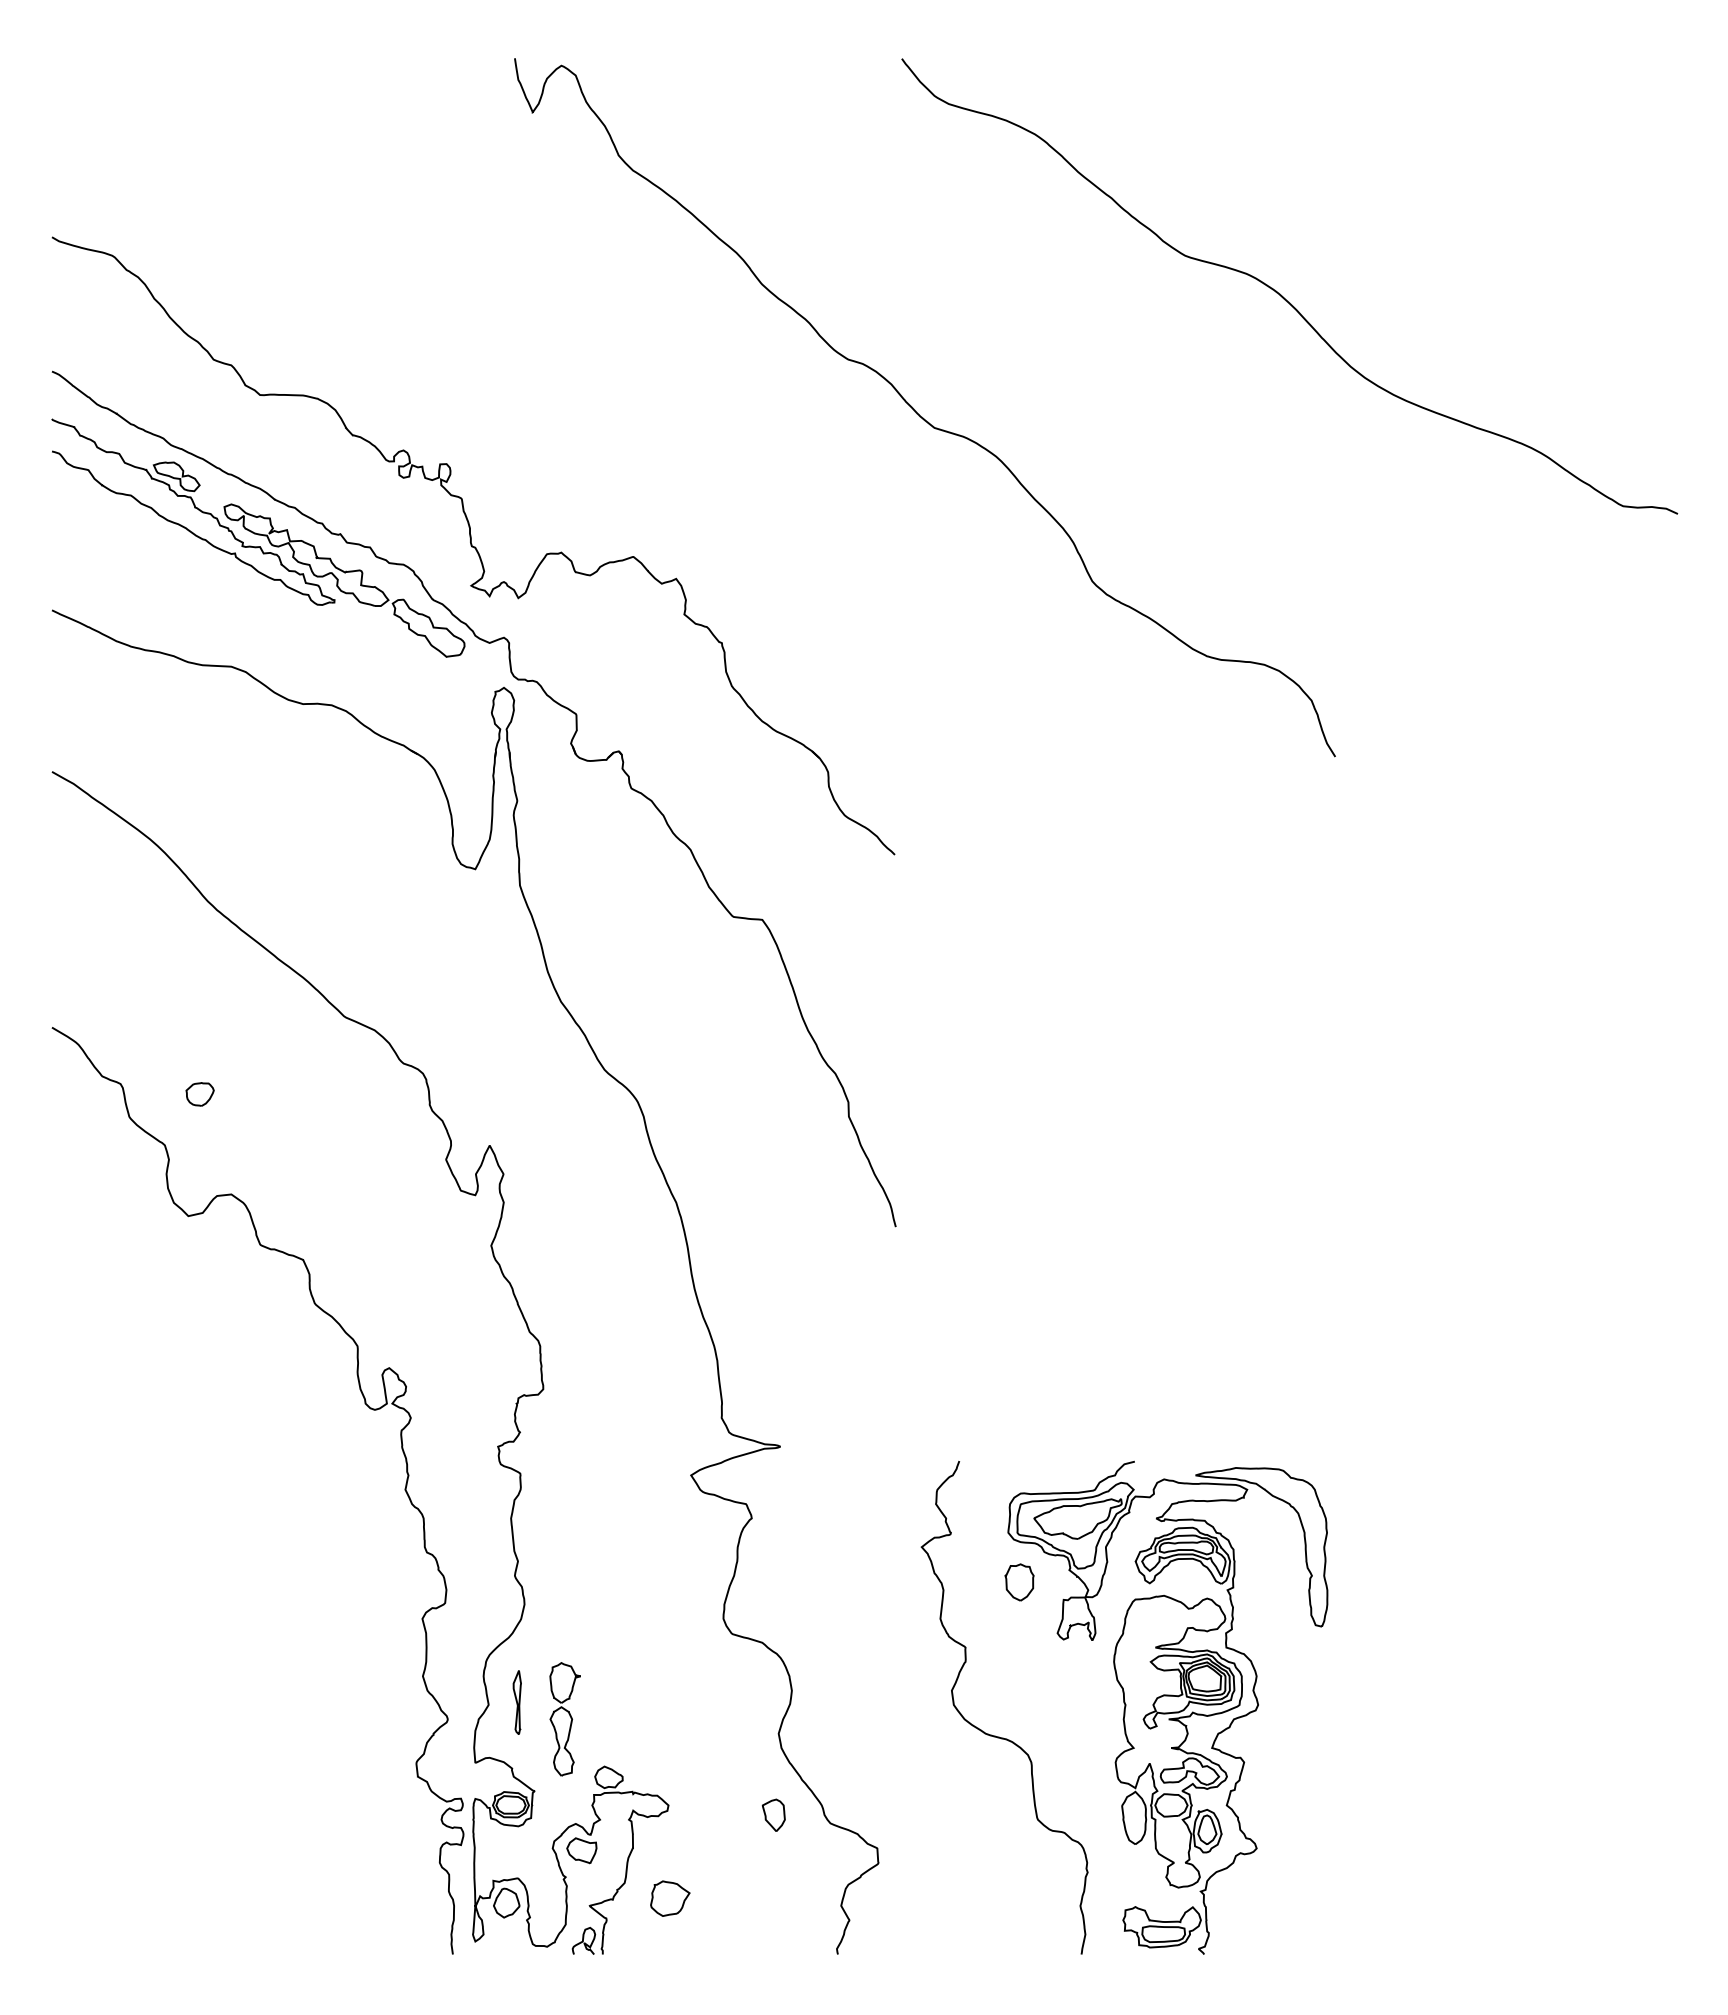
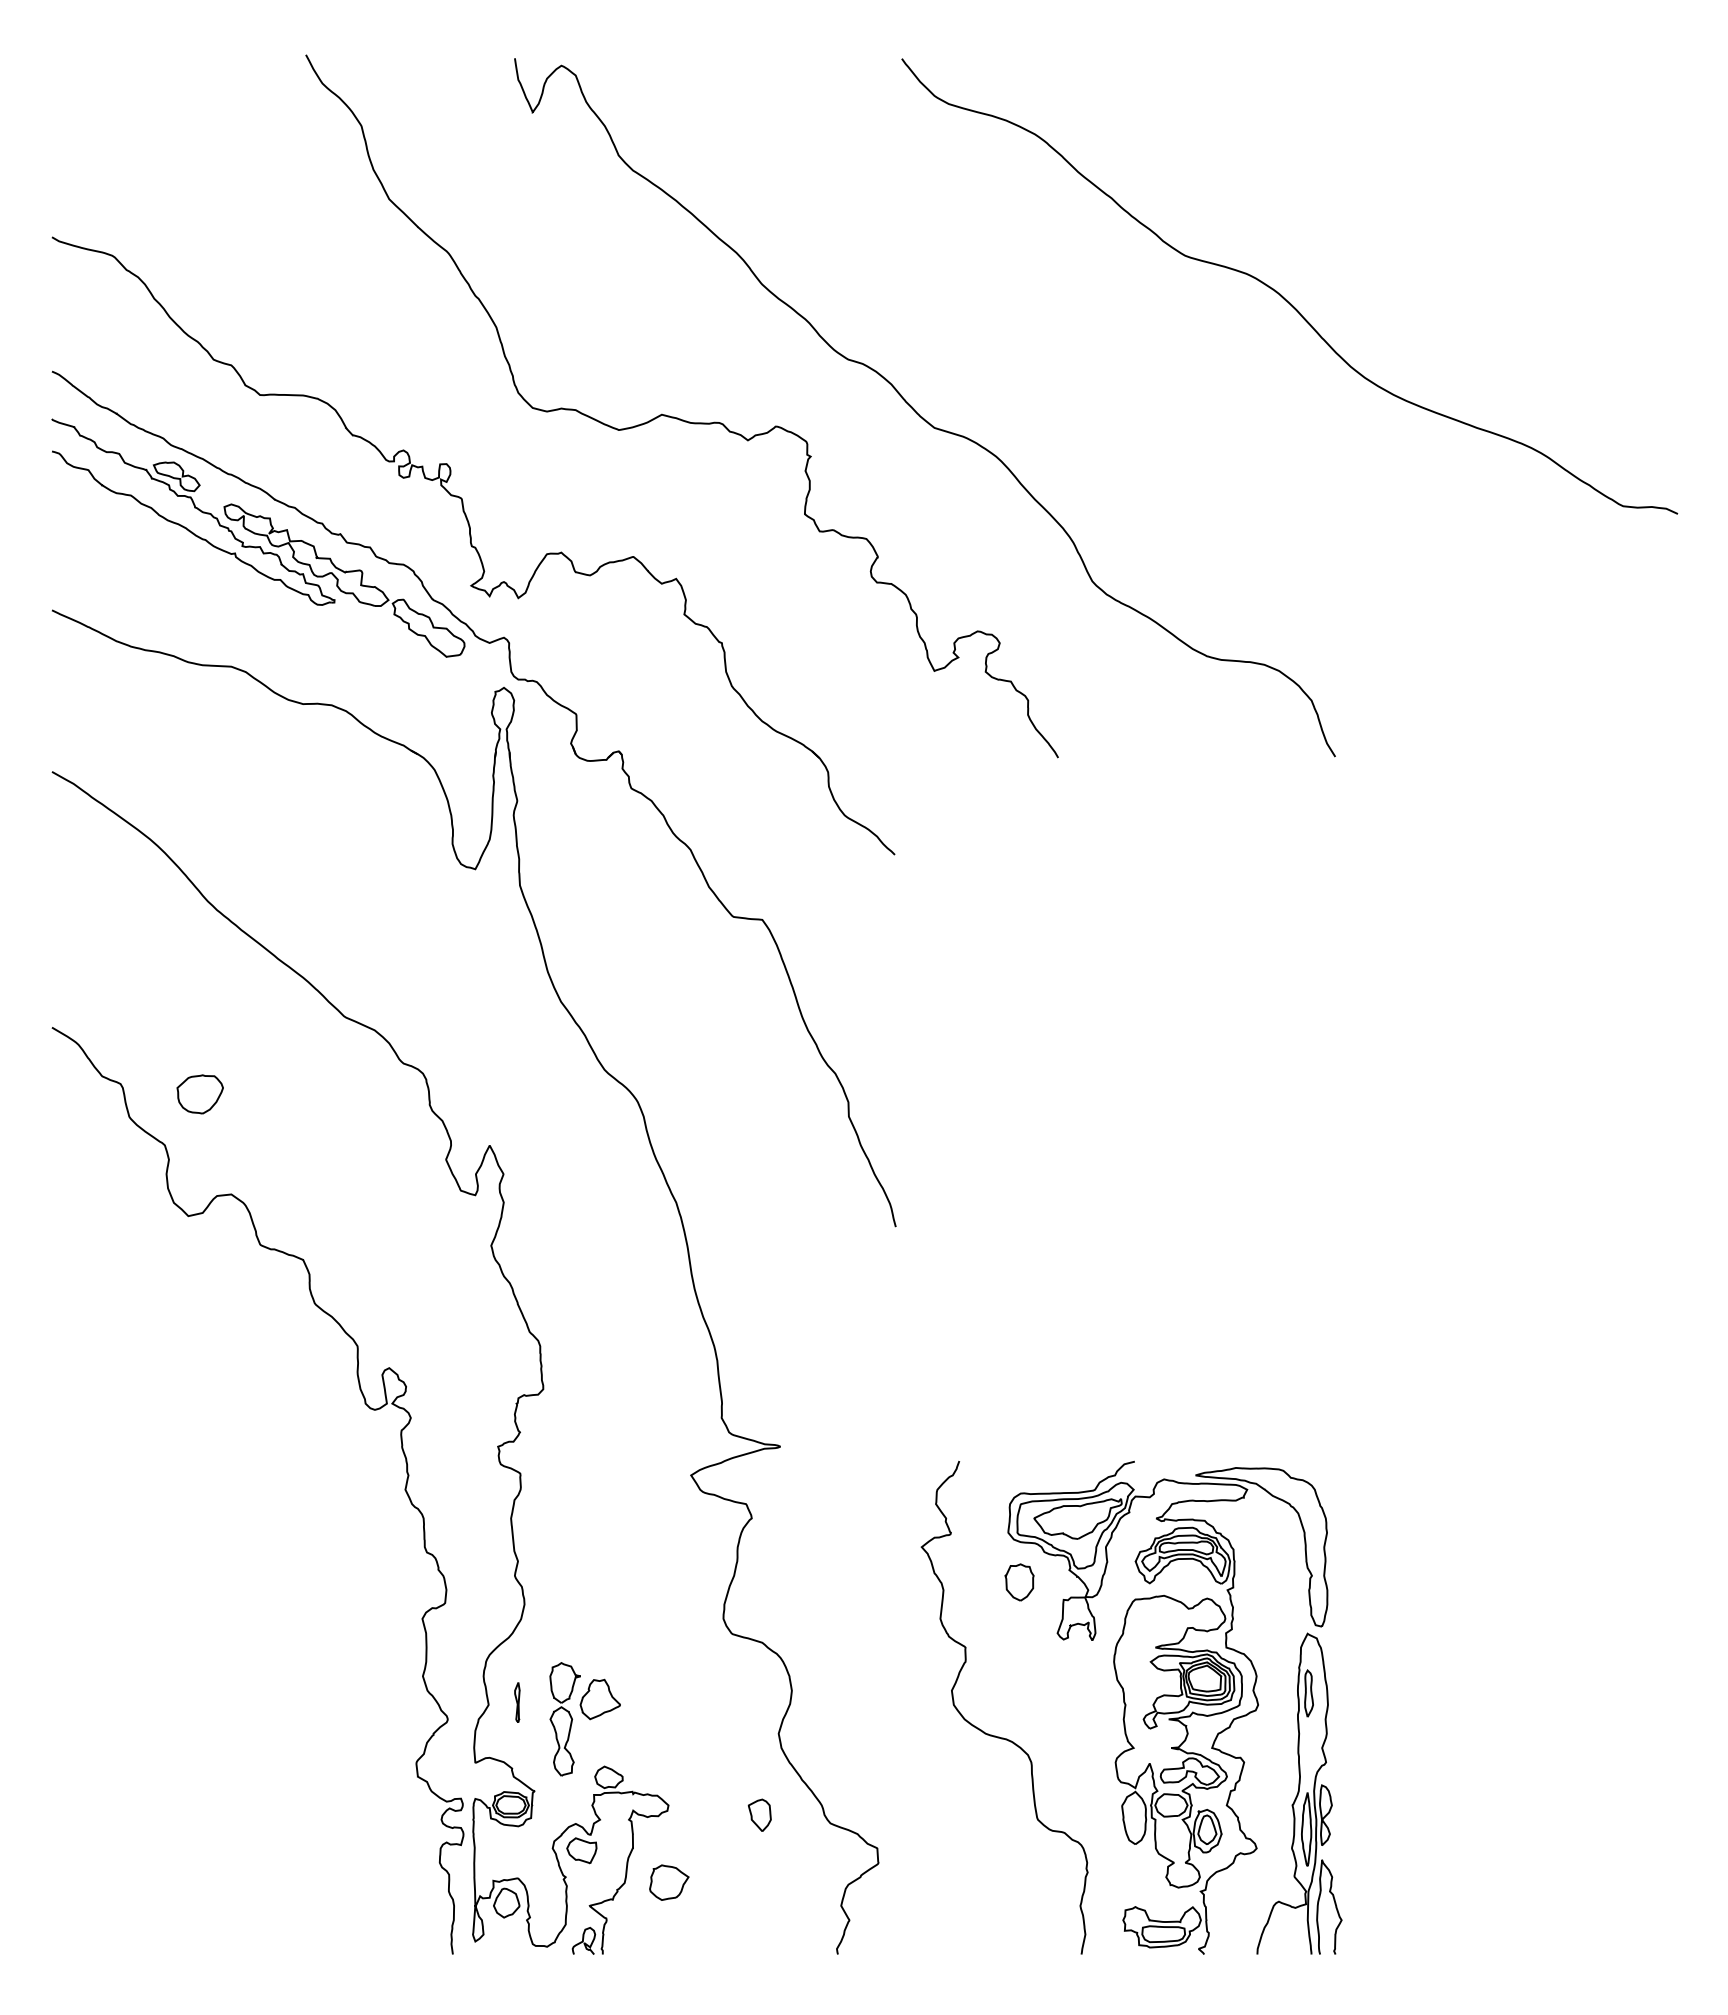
curve at (677, 417): none -> present
part at (199, 1094) size: 30x25 px -> 48x41 px
part at (599, 1699): none -> present
part at (516, 1702) size: 10x65 px -> 7x41 px
part at (1299, 1793): none -> present
part at (773, 1814) position: (773, 1814) -> (759, 1814)
part at (670, 1898) position: (670, 1898) -> (669, 1882)
